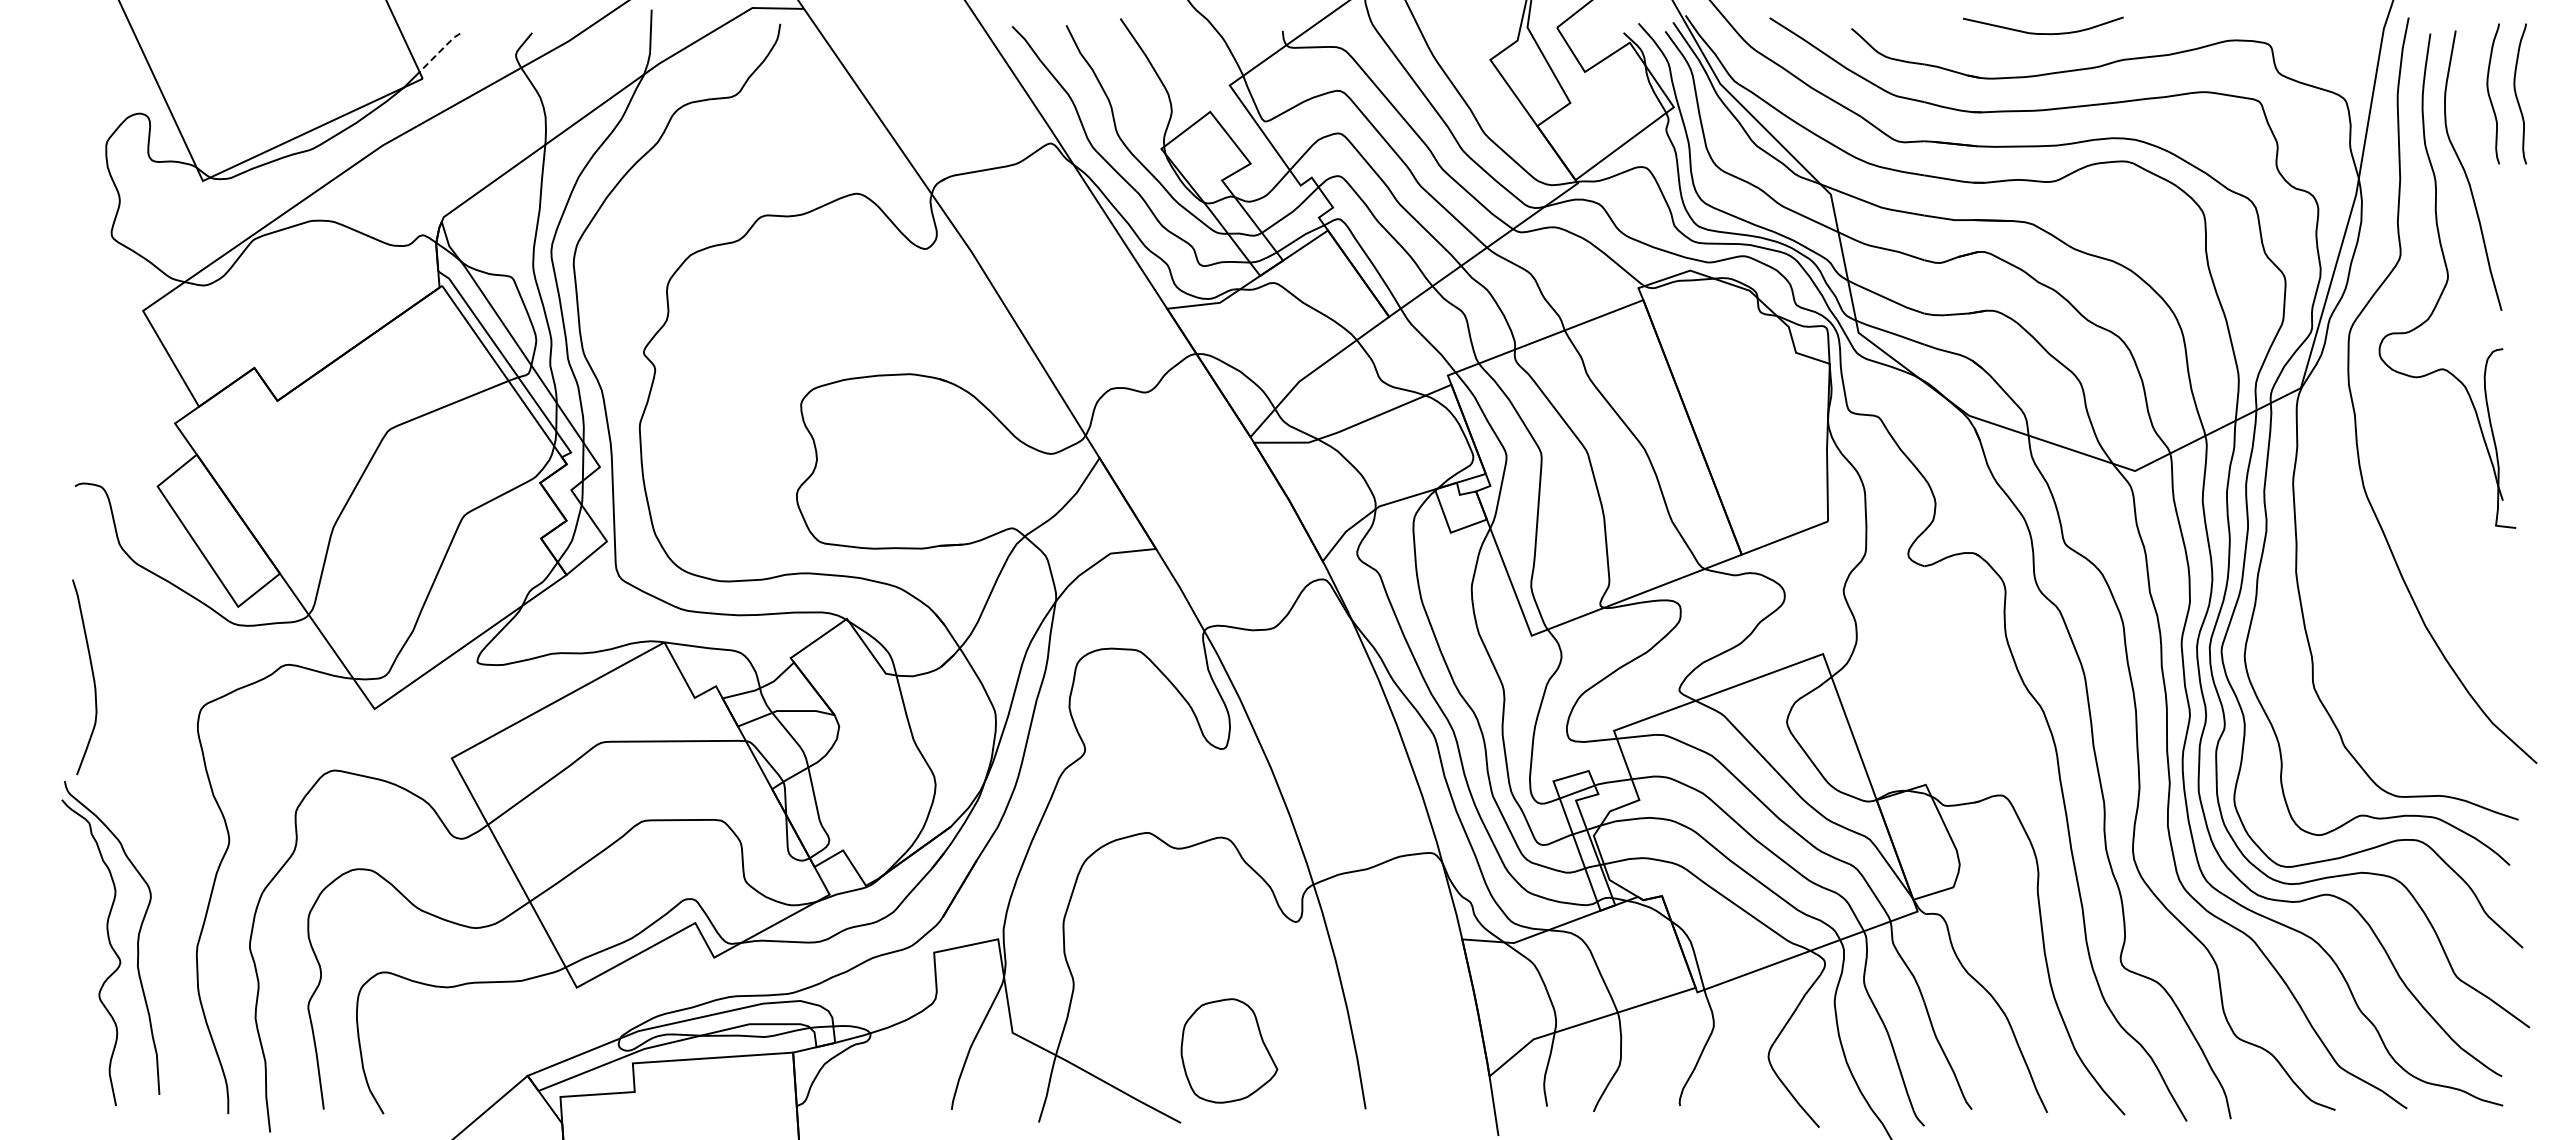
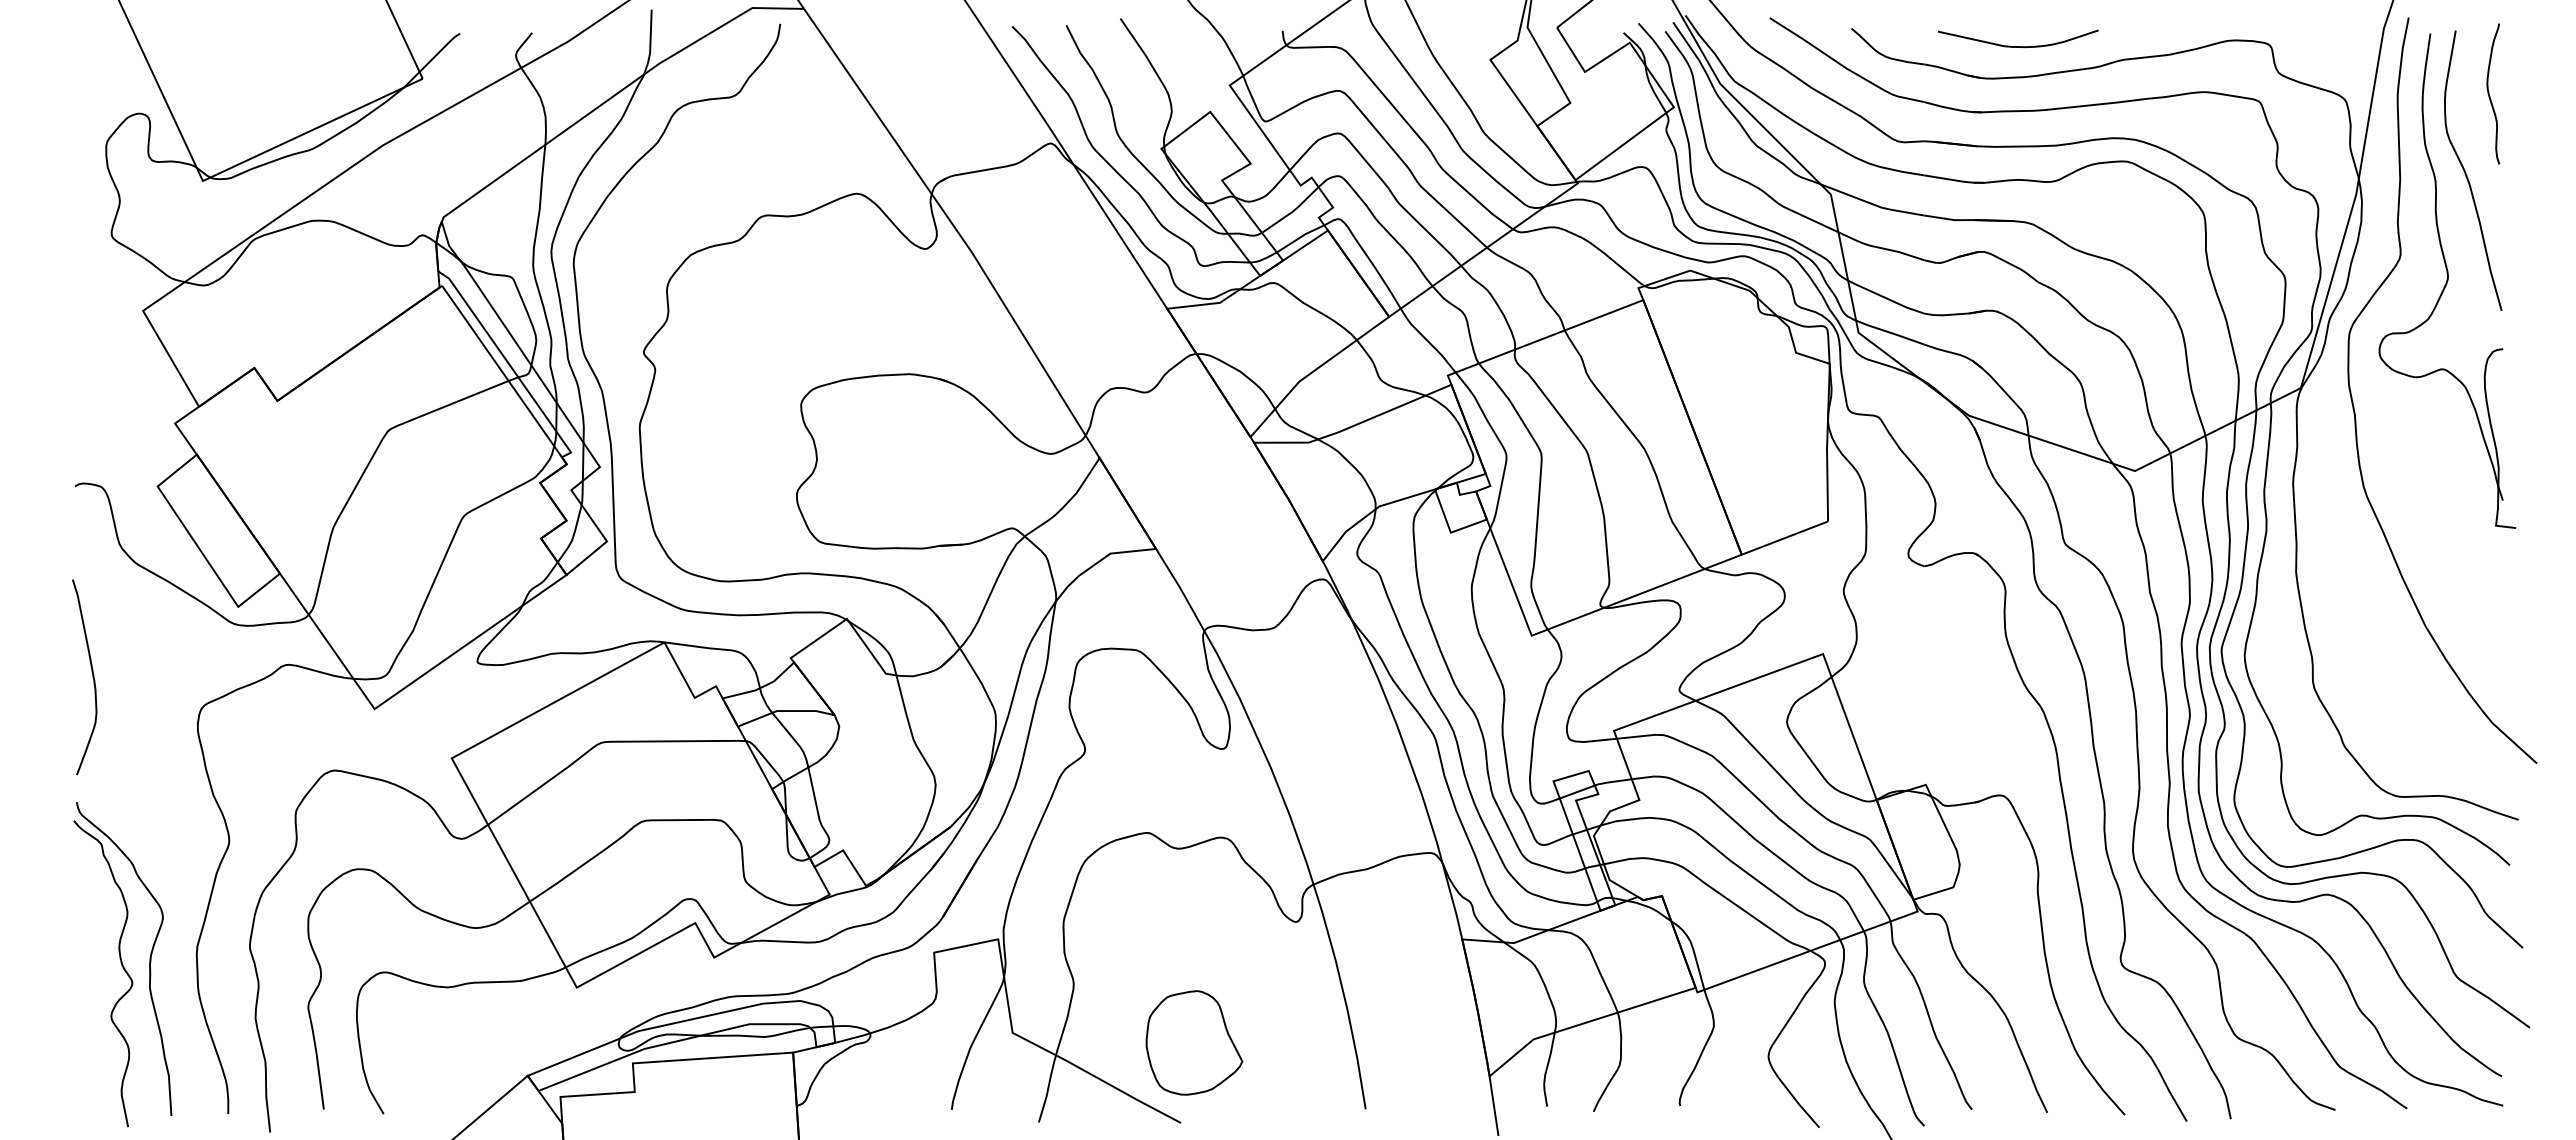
curve at (2043, 33) position: (2043, 33) -> (2018, 46)
line at (439, 51): dashed -> solid
curve at (2516, 93): present -> none
part at (110, 943) position: (110, 943) -> (122, 964)
part at (1229, 1050) position: (1229, 1050) -> (1194, 1042)
